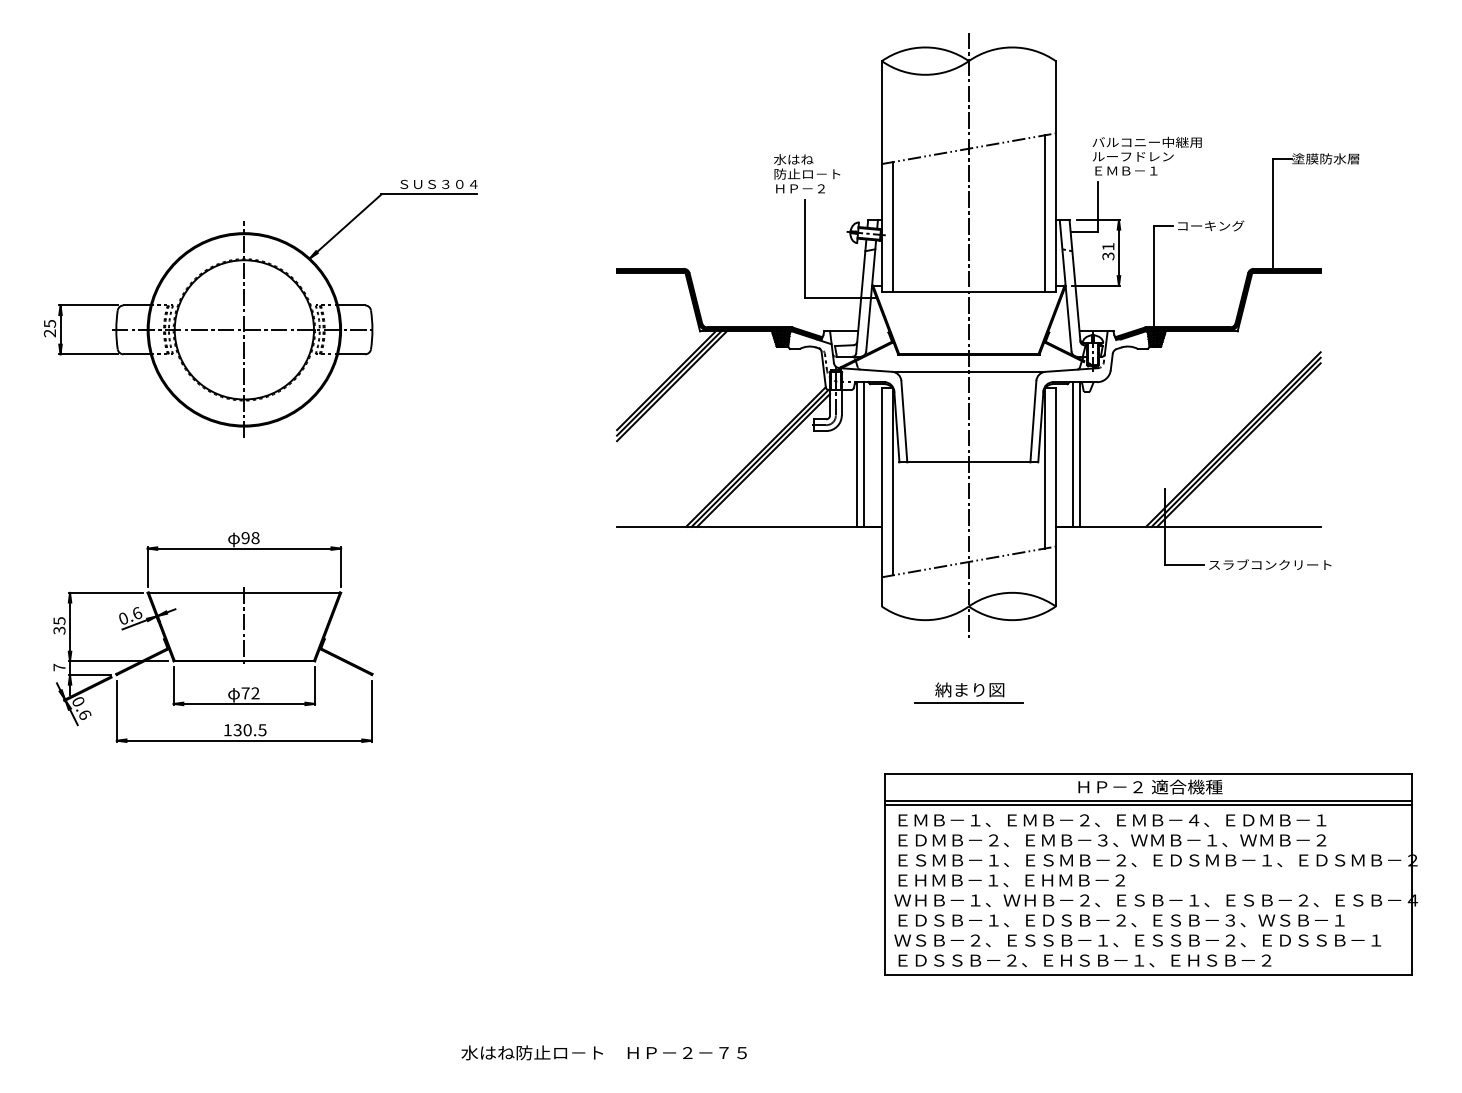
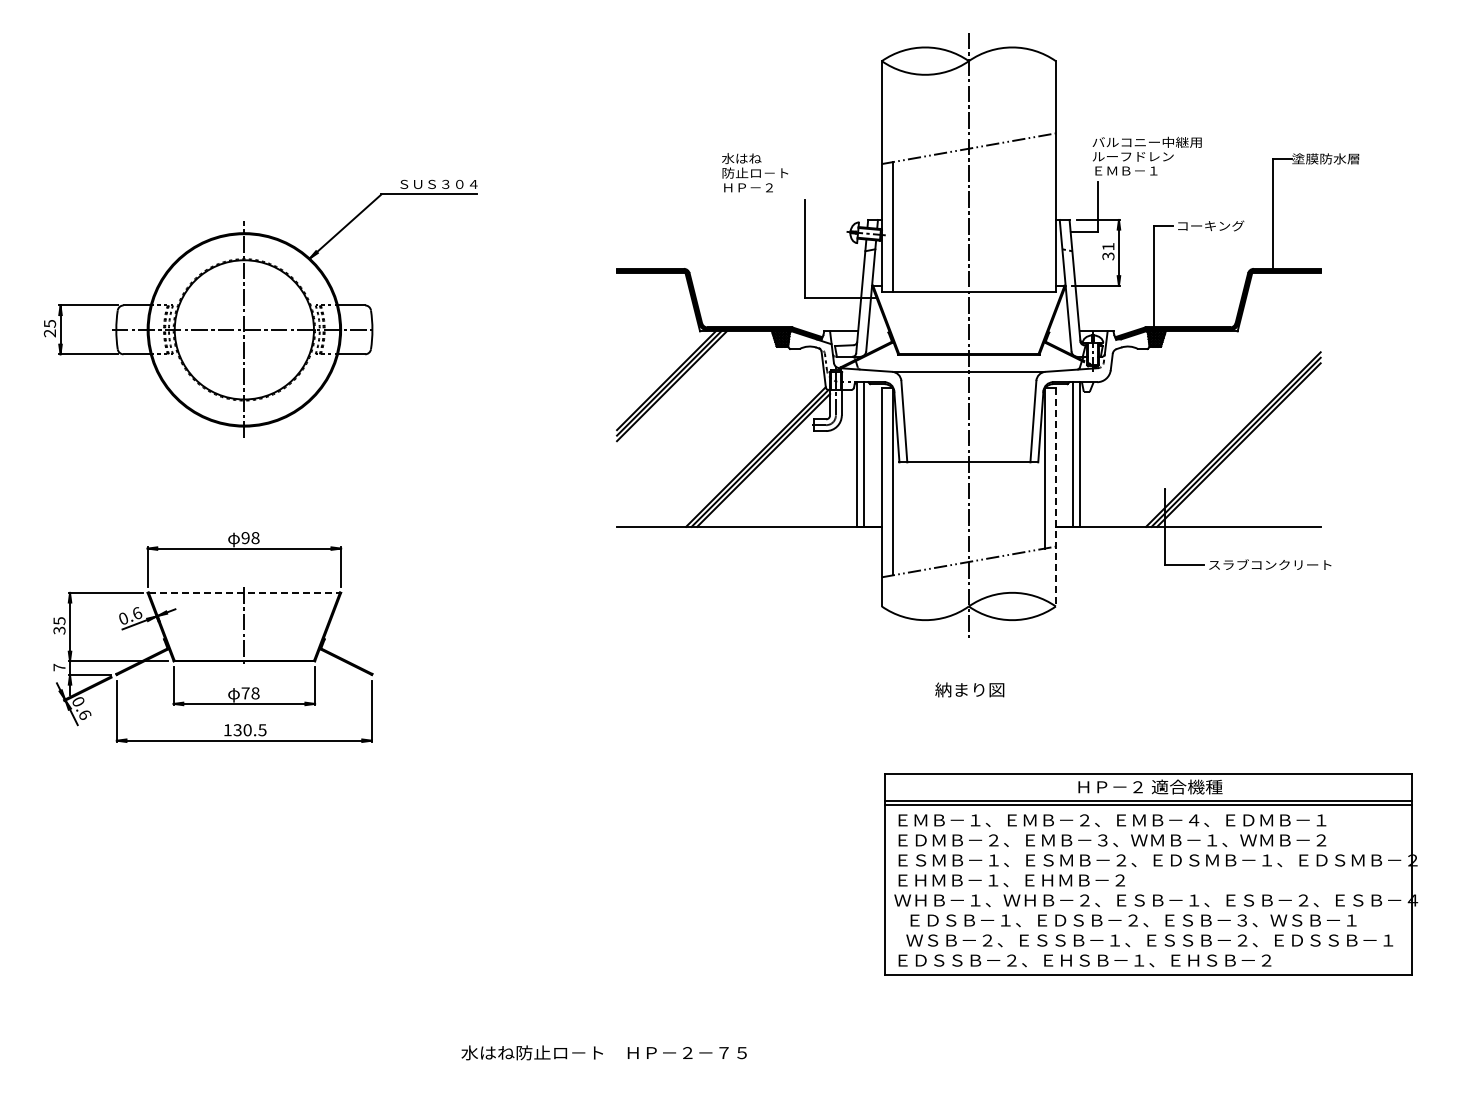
text at (807, 173) position: (807, 173) -> (755, 172)
line at (1045, 213): present -> none
line at (1055, 497): solid -> dashed
line at (244, 592): solid -> dashed
text at (255, 693): 72 -> 78
line at (968, 703): present -> none
text at (1137, 930) position: (1137, 930) -> (1149, 930)
